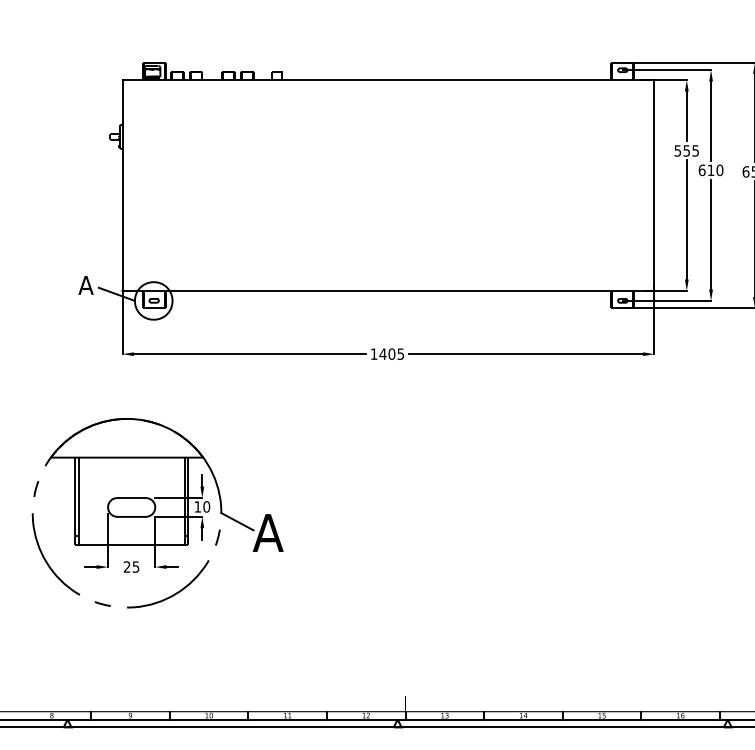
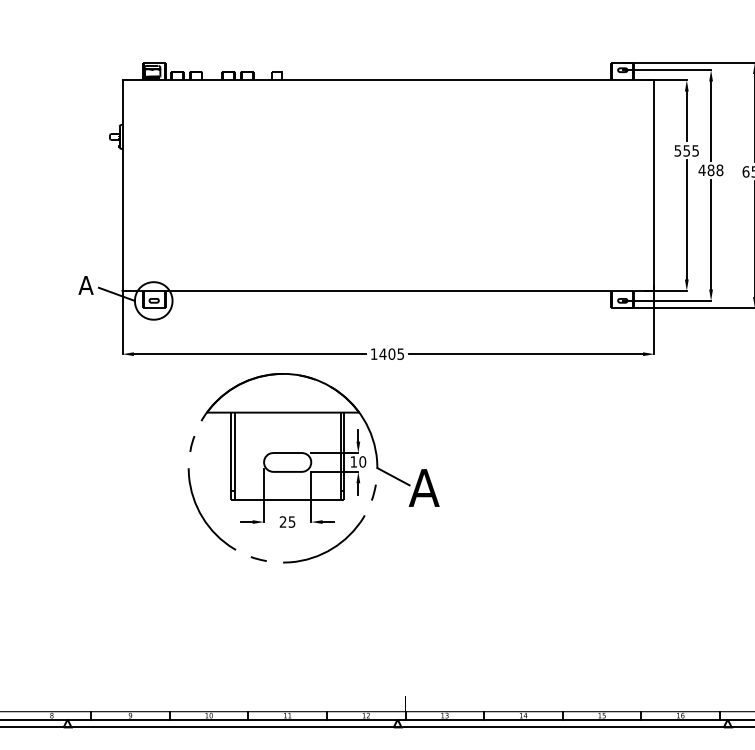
text at (710, 170): 610 -> 488
part at (157, 513) position: (157, 513) -> (313, 468)
